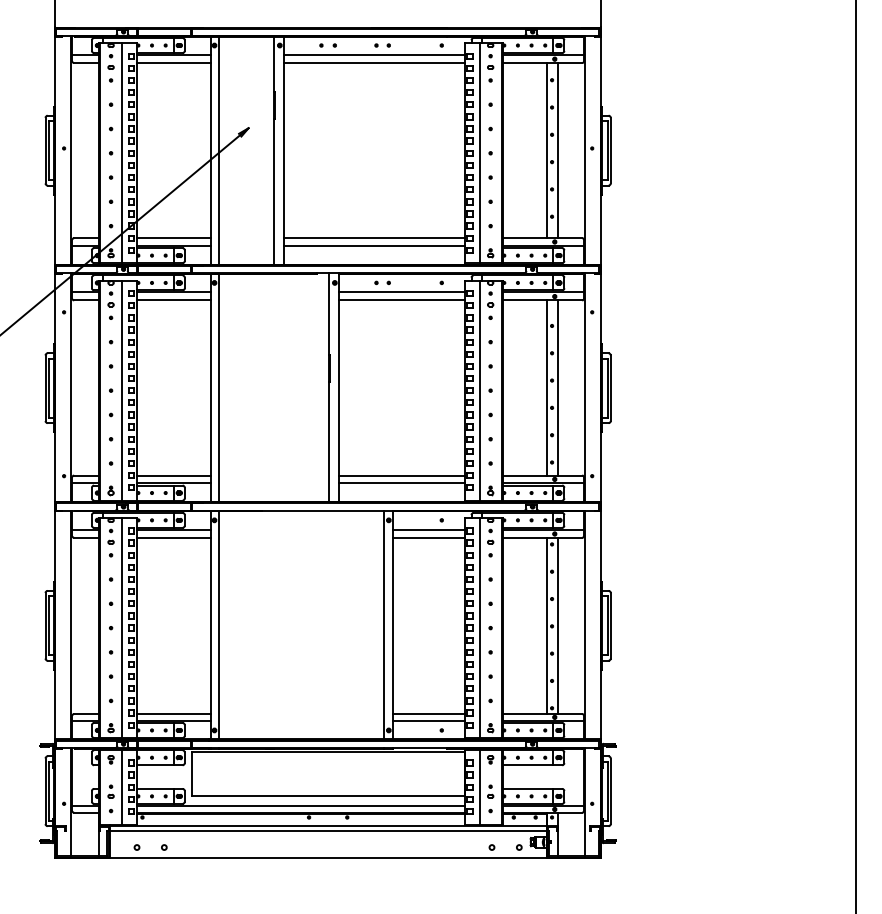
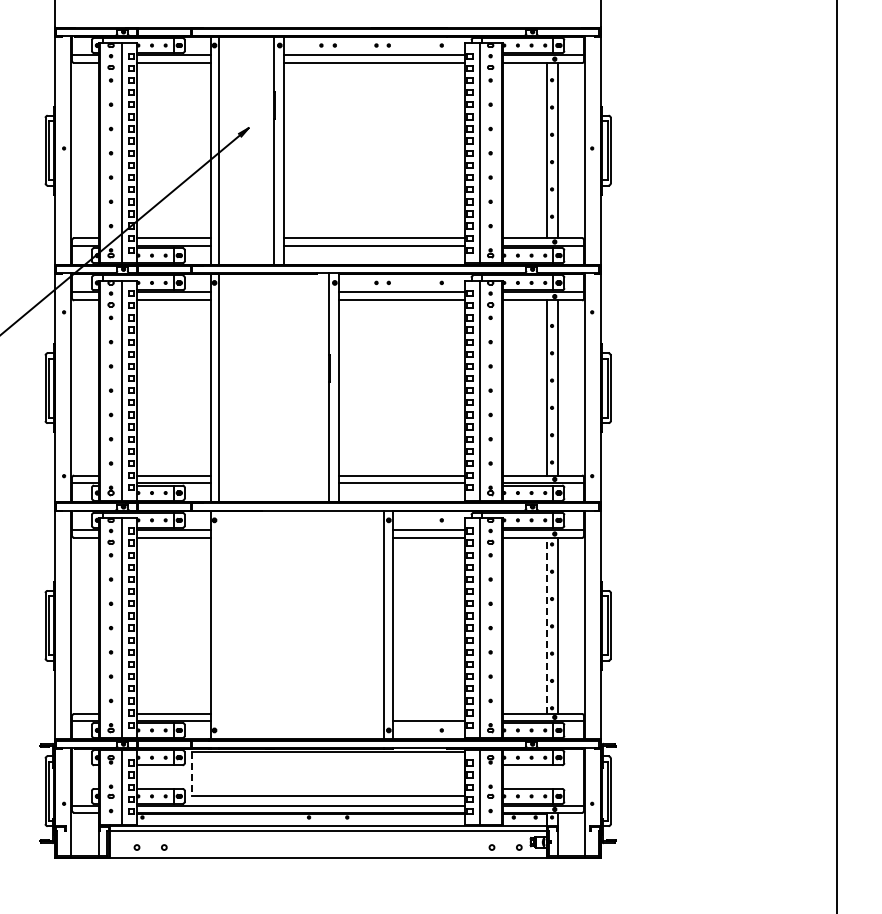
line at (855, 456) position: (855, 456) -> (836, 456)
line at (219, 625): present -> none
line at (546, 625): solid -> dashed
line at (428, 714): present -> none
line at (191, 773): solid -> dashed
